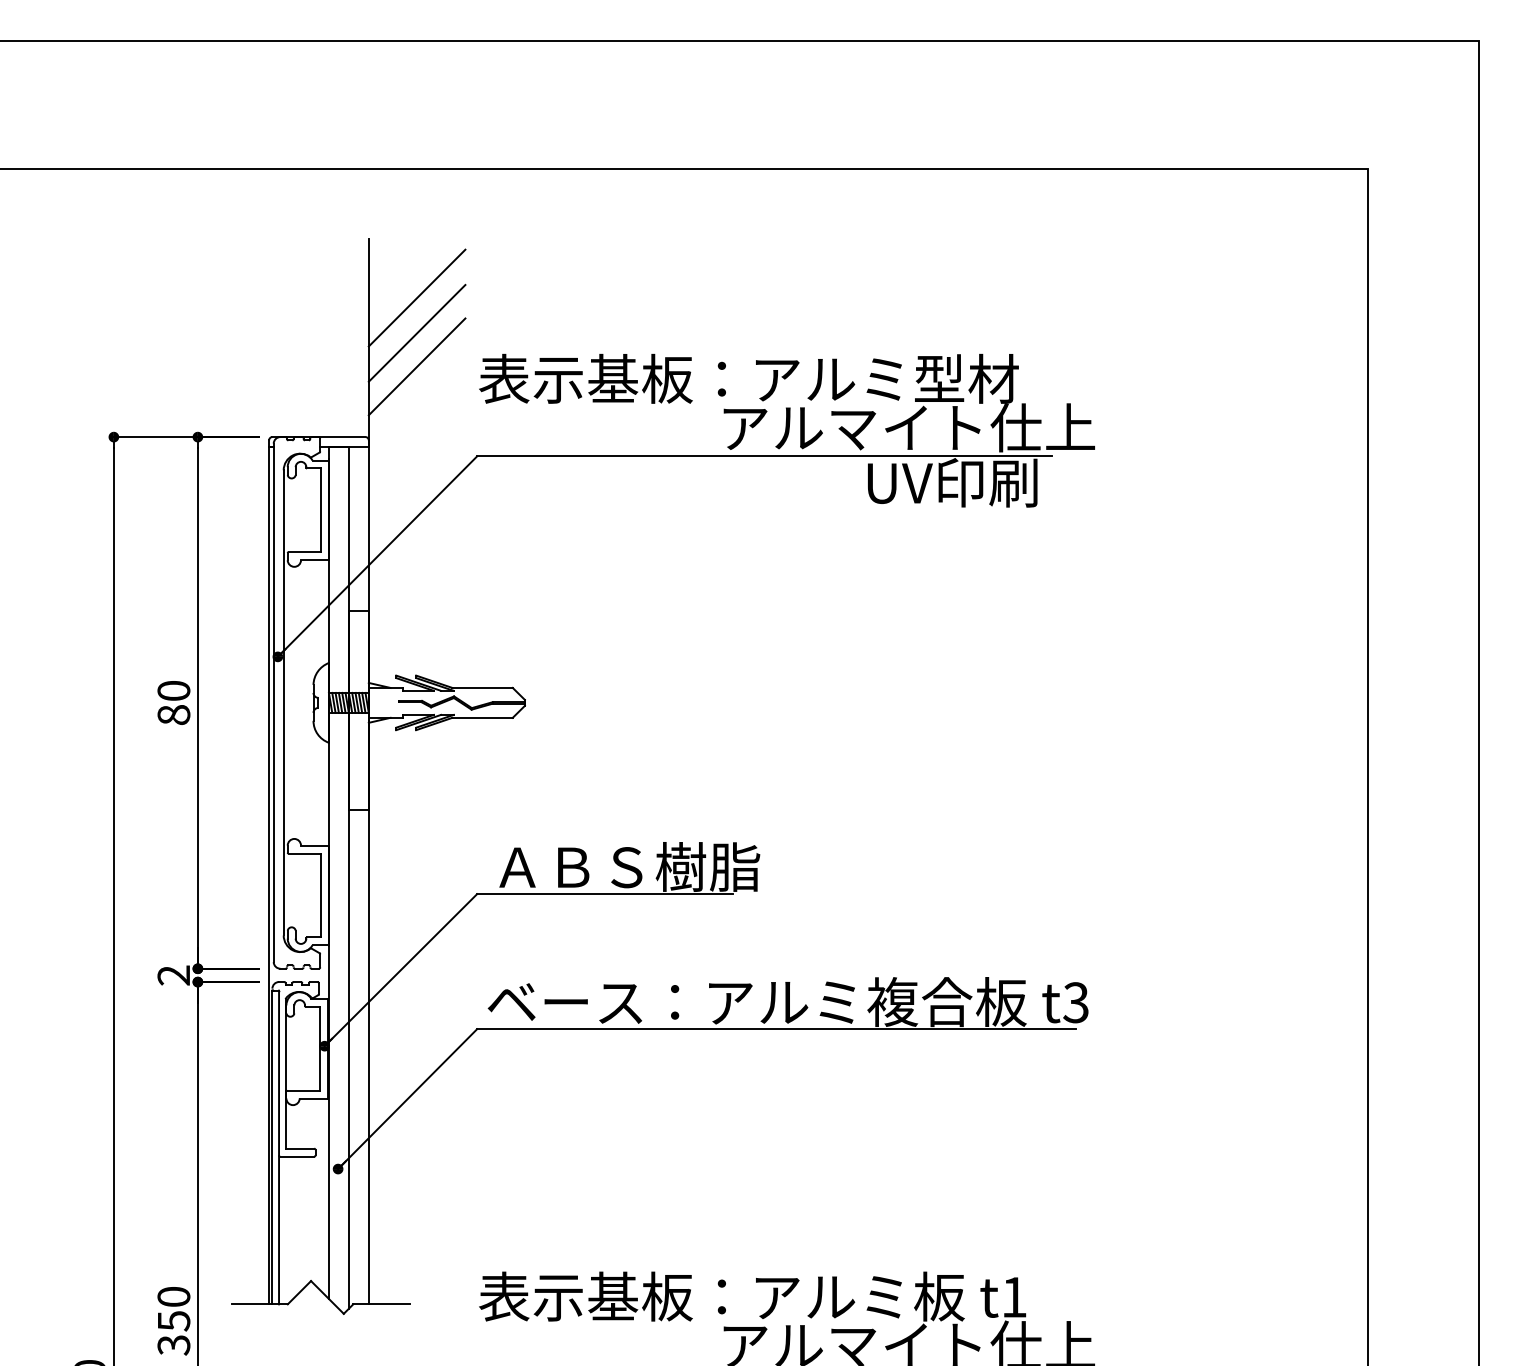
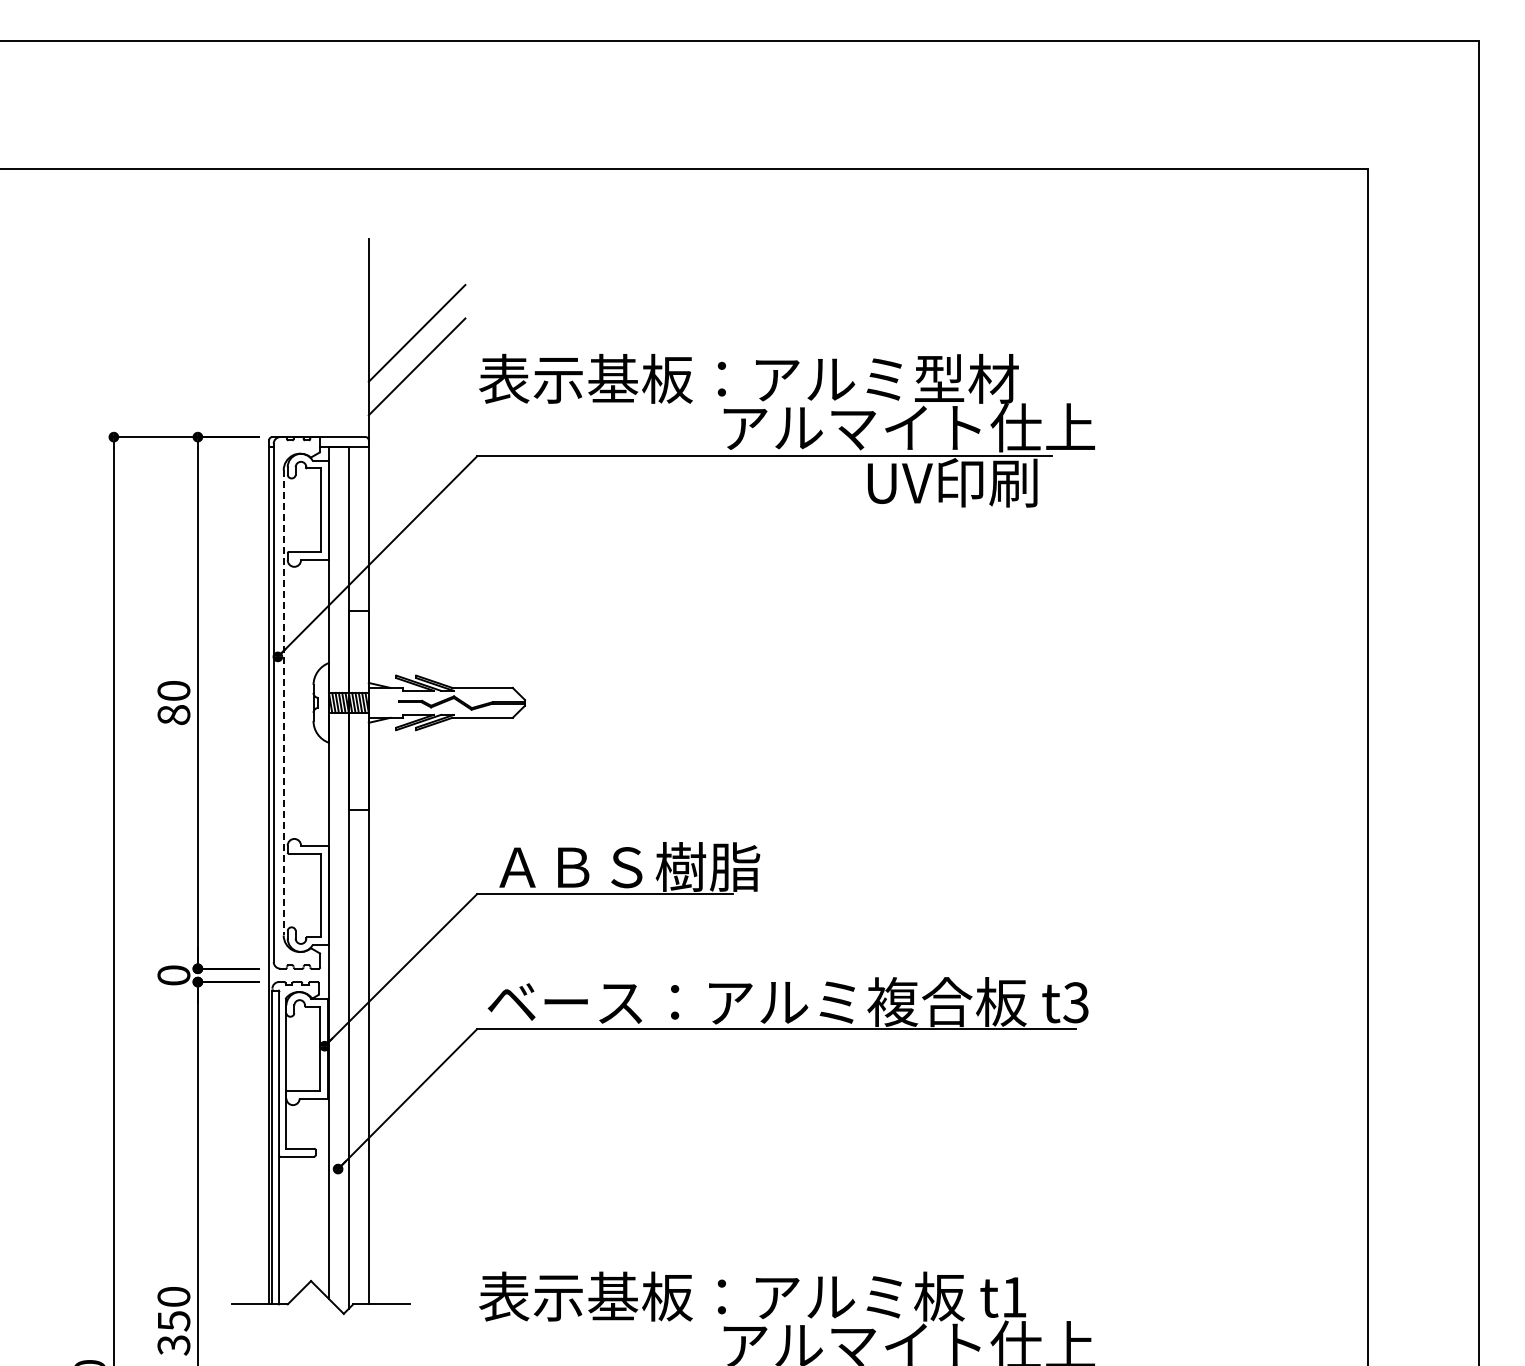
line at (416, 297): present -> none
line at (283, 702): solid -> dashed
text at (173, 975): 2 -> 0
